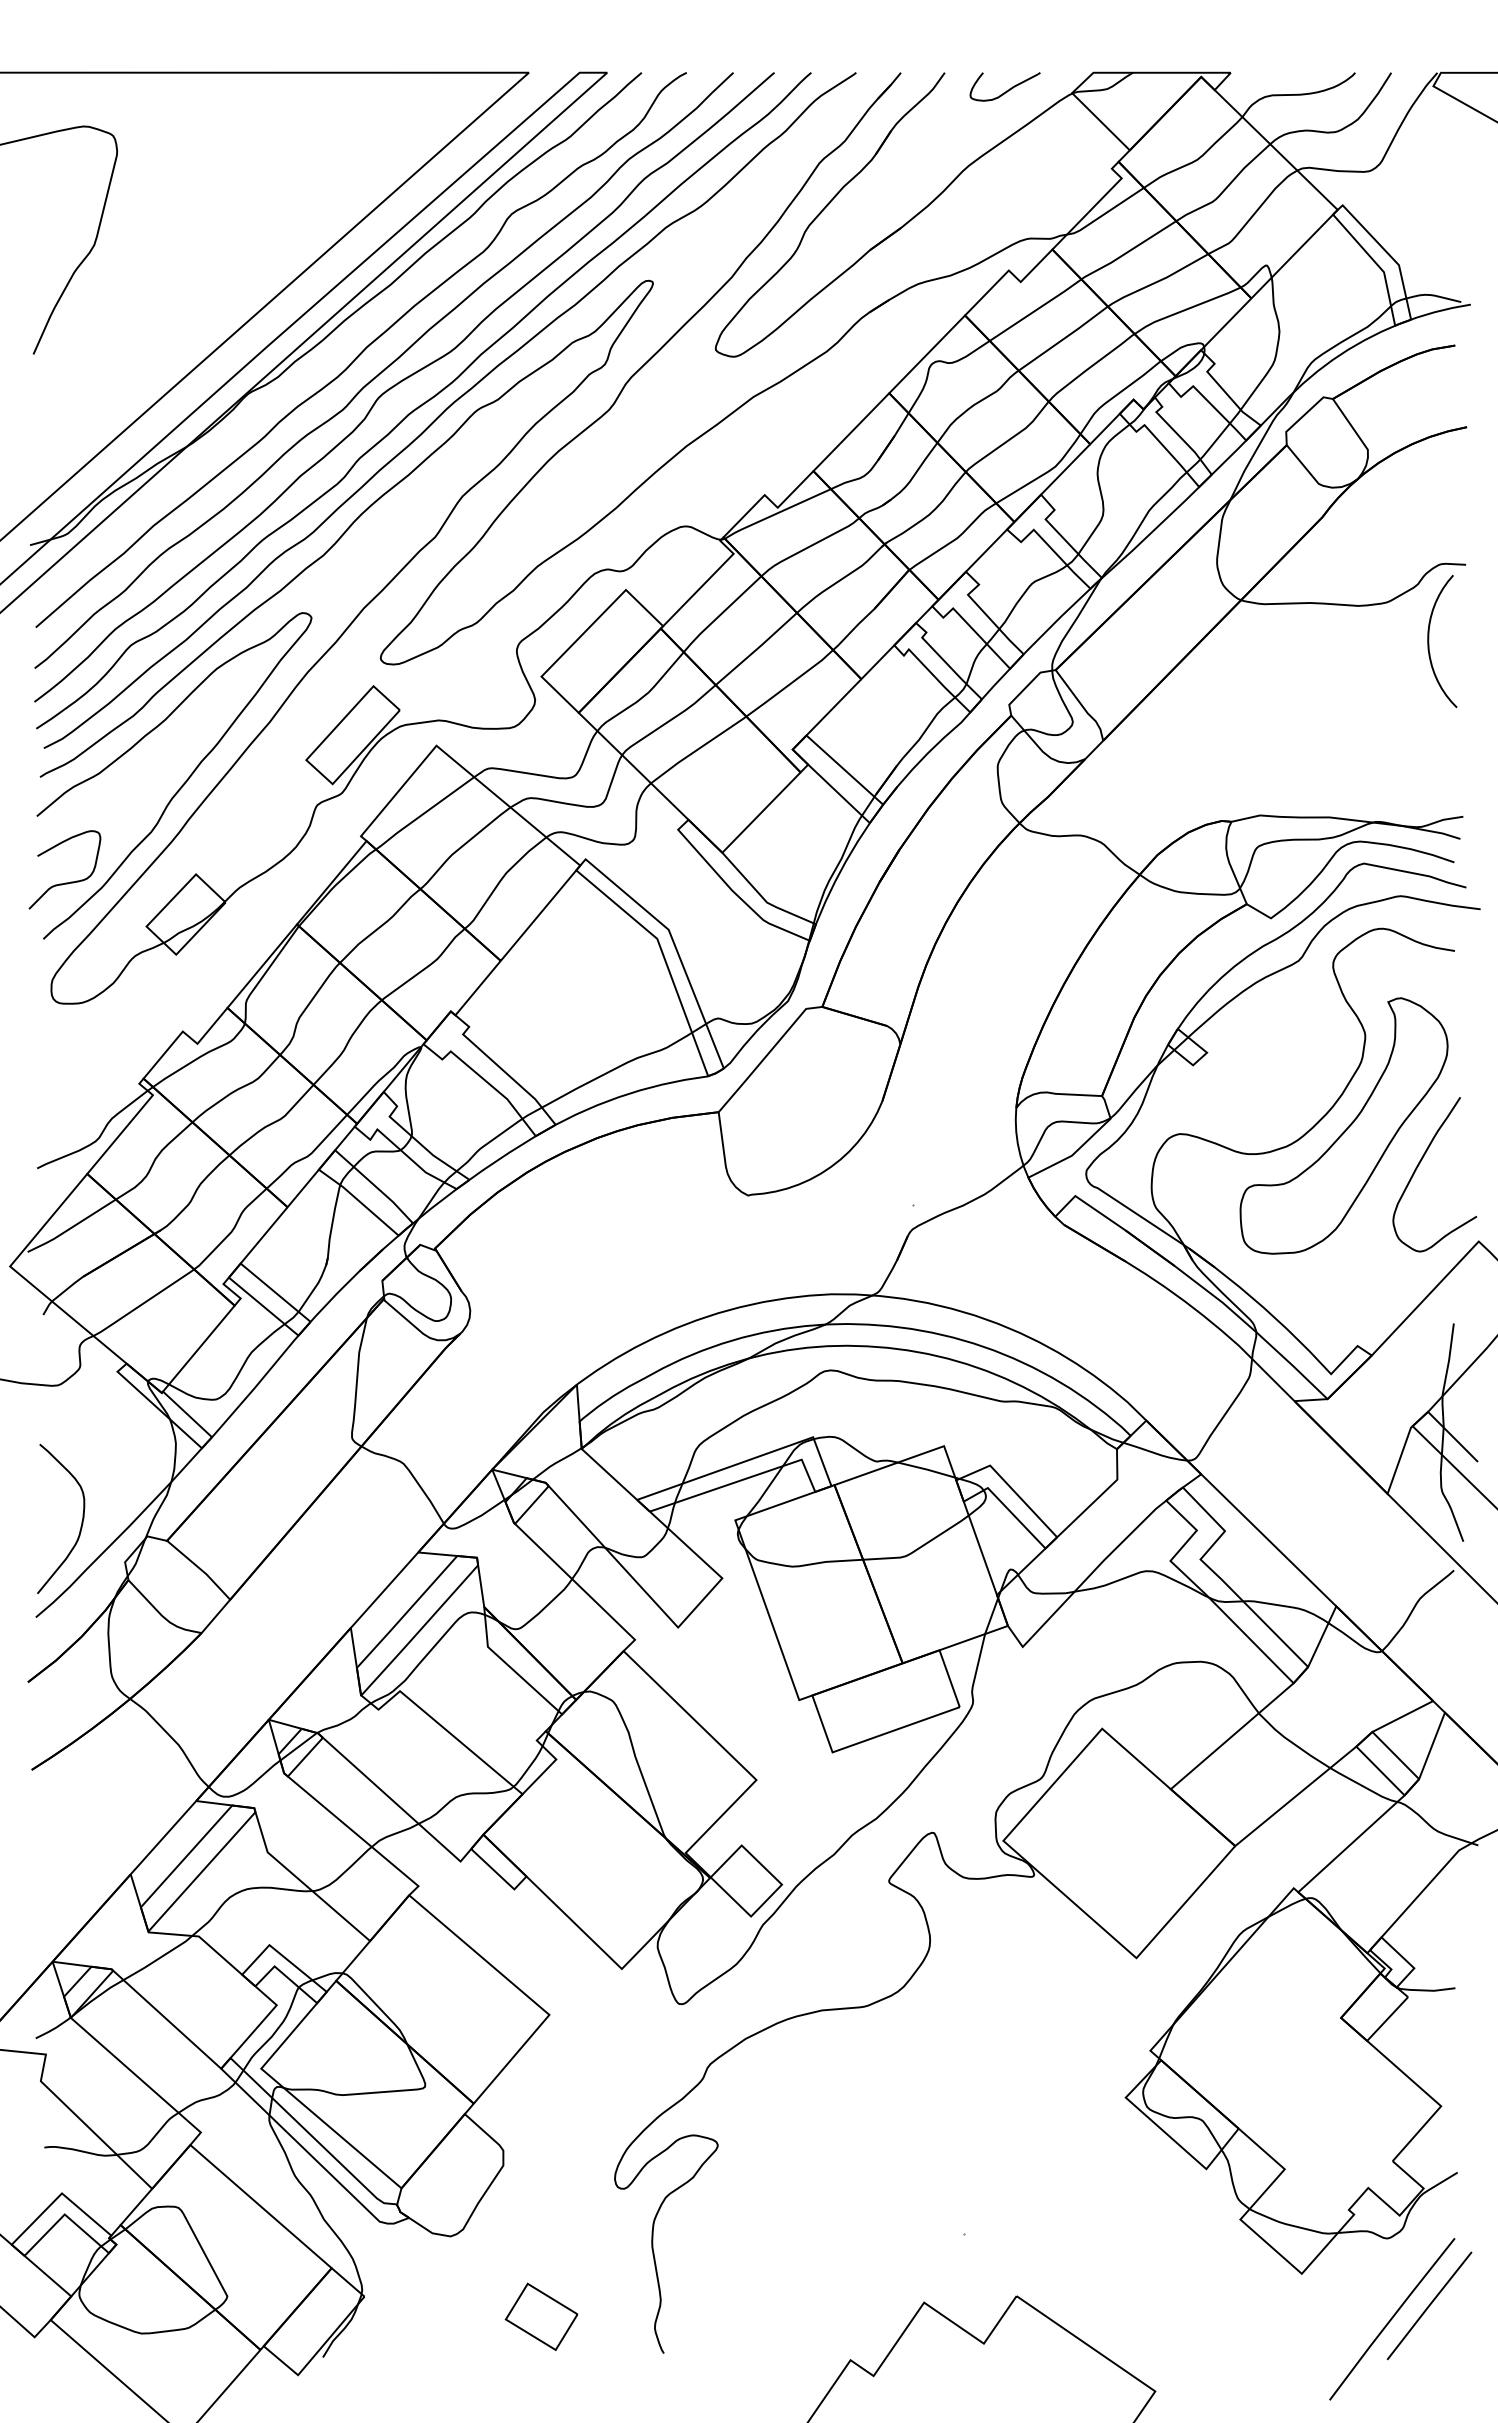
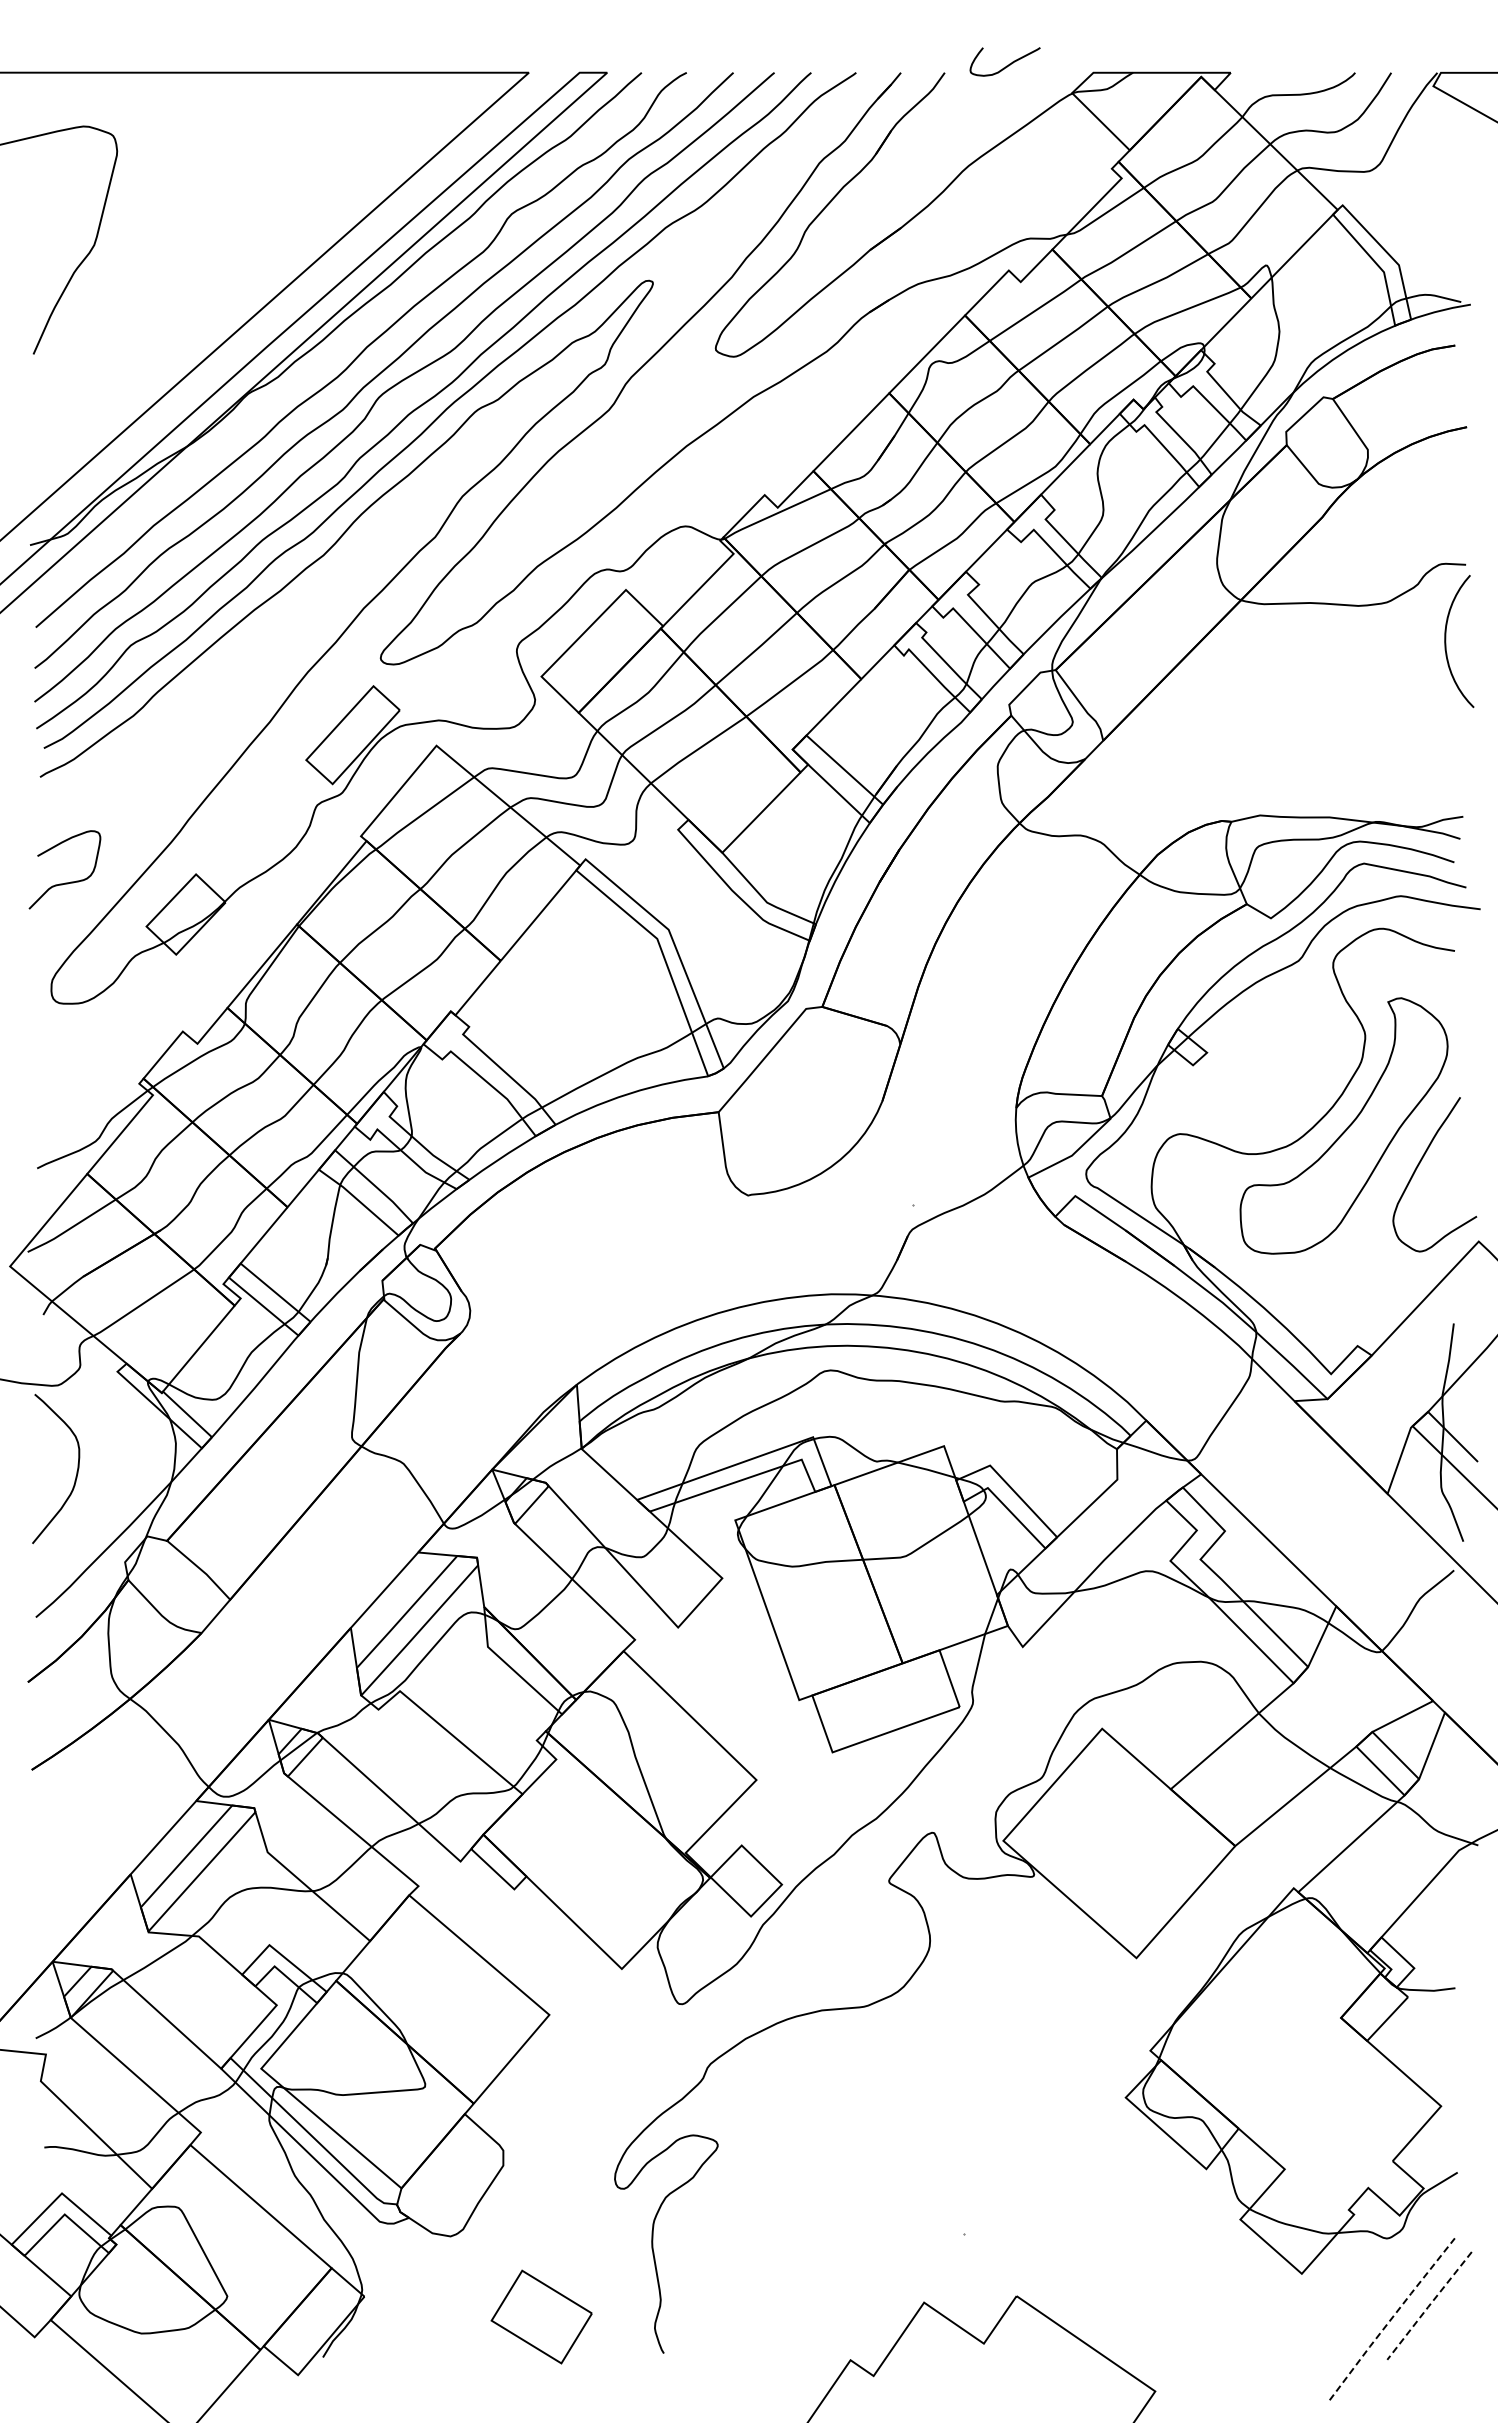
curve at (1006, 90) position: (1006, 90) -> (1006, 65)
curve at (1429, 641) position: (1429, 641) -> (1446, 641)
curve at (183, 783): present -> none
curve at (81, 1521) position: (81, 1521) -> (76, 1471)
line at (1428, 2306): solid -> dashed
part at (541, 2316) size: 75x69 px -> 103x96 px
line at (1391, 2318): solid -> dashed
